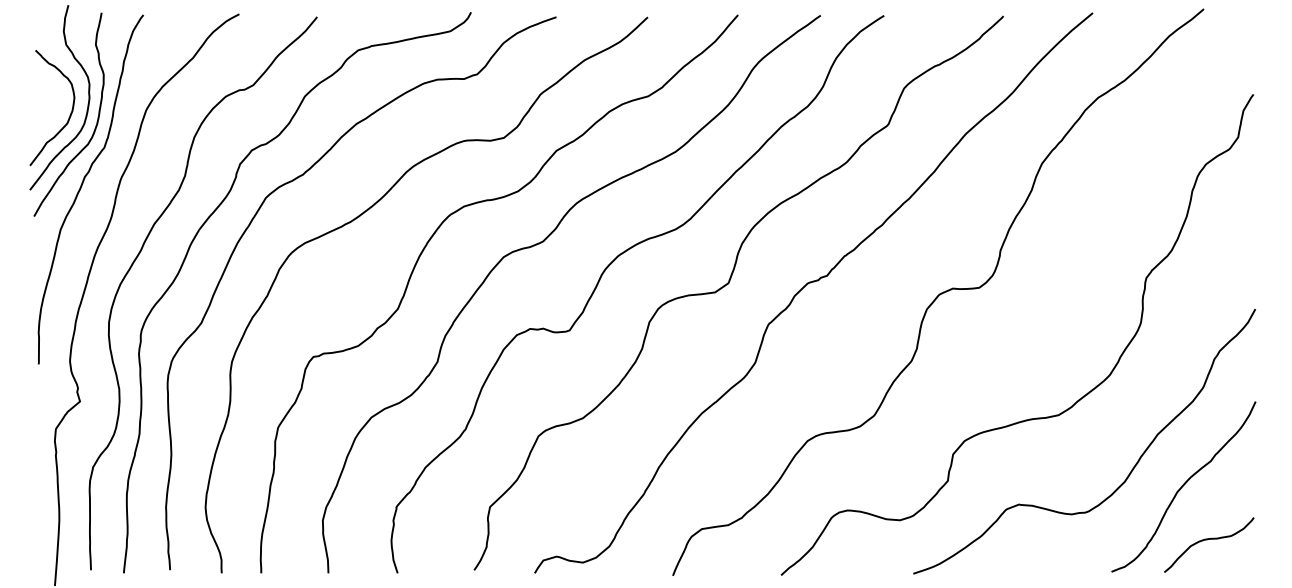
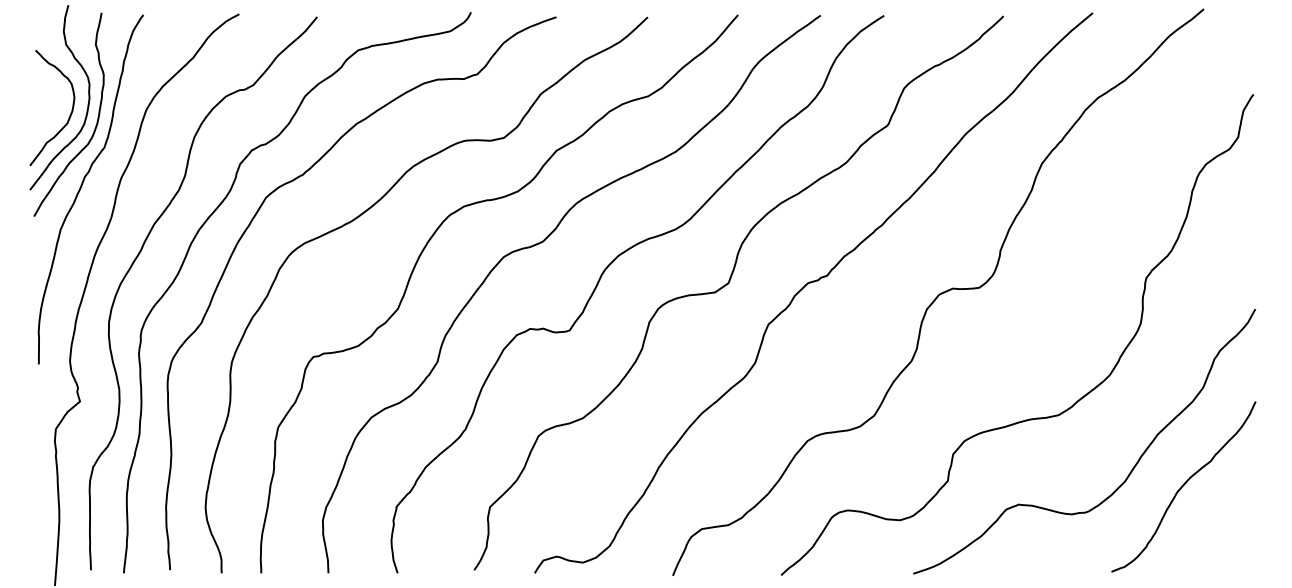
curve at (1207, 540): present -> none
